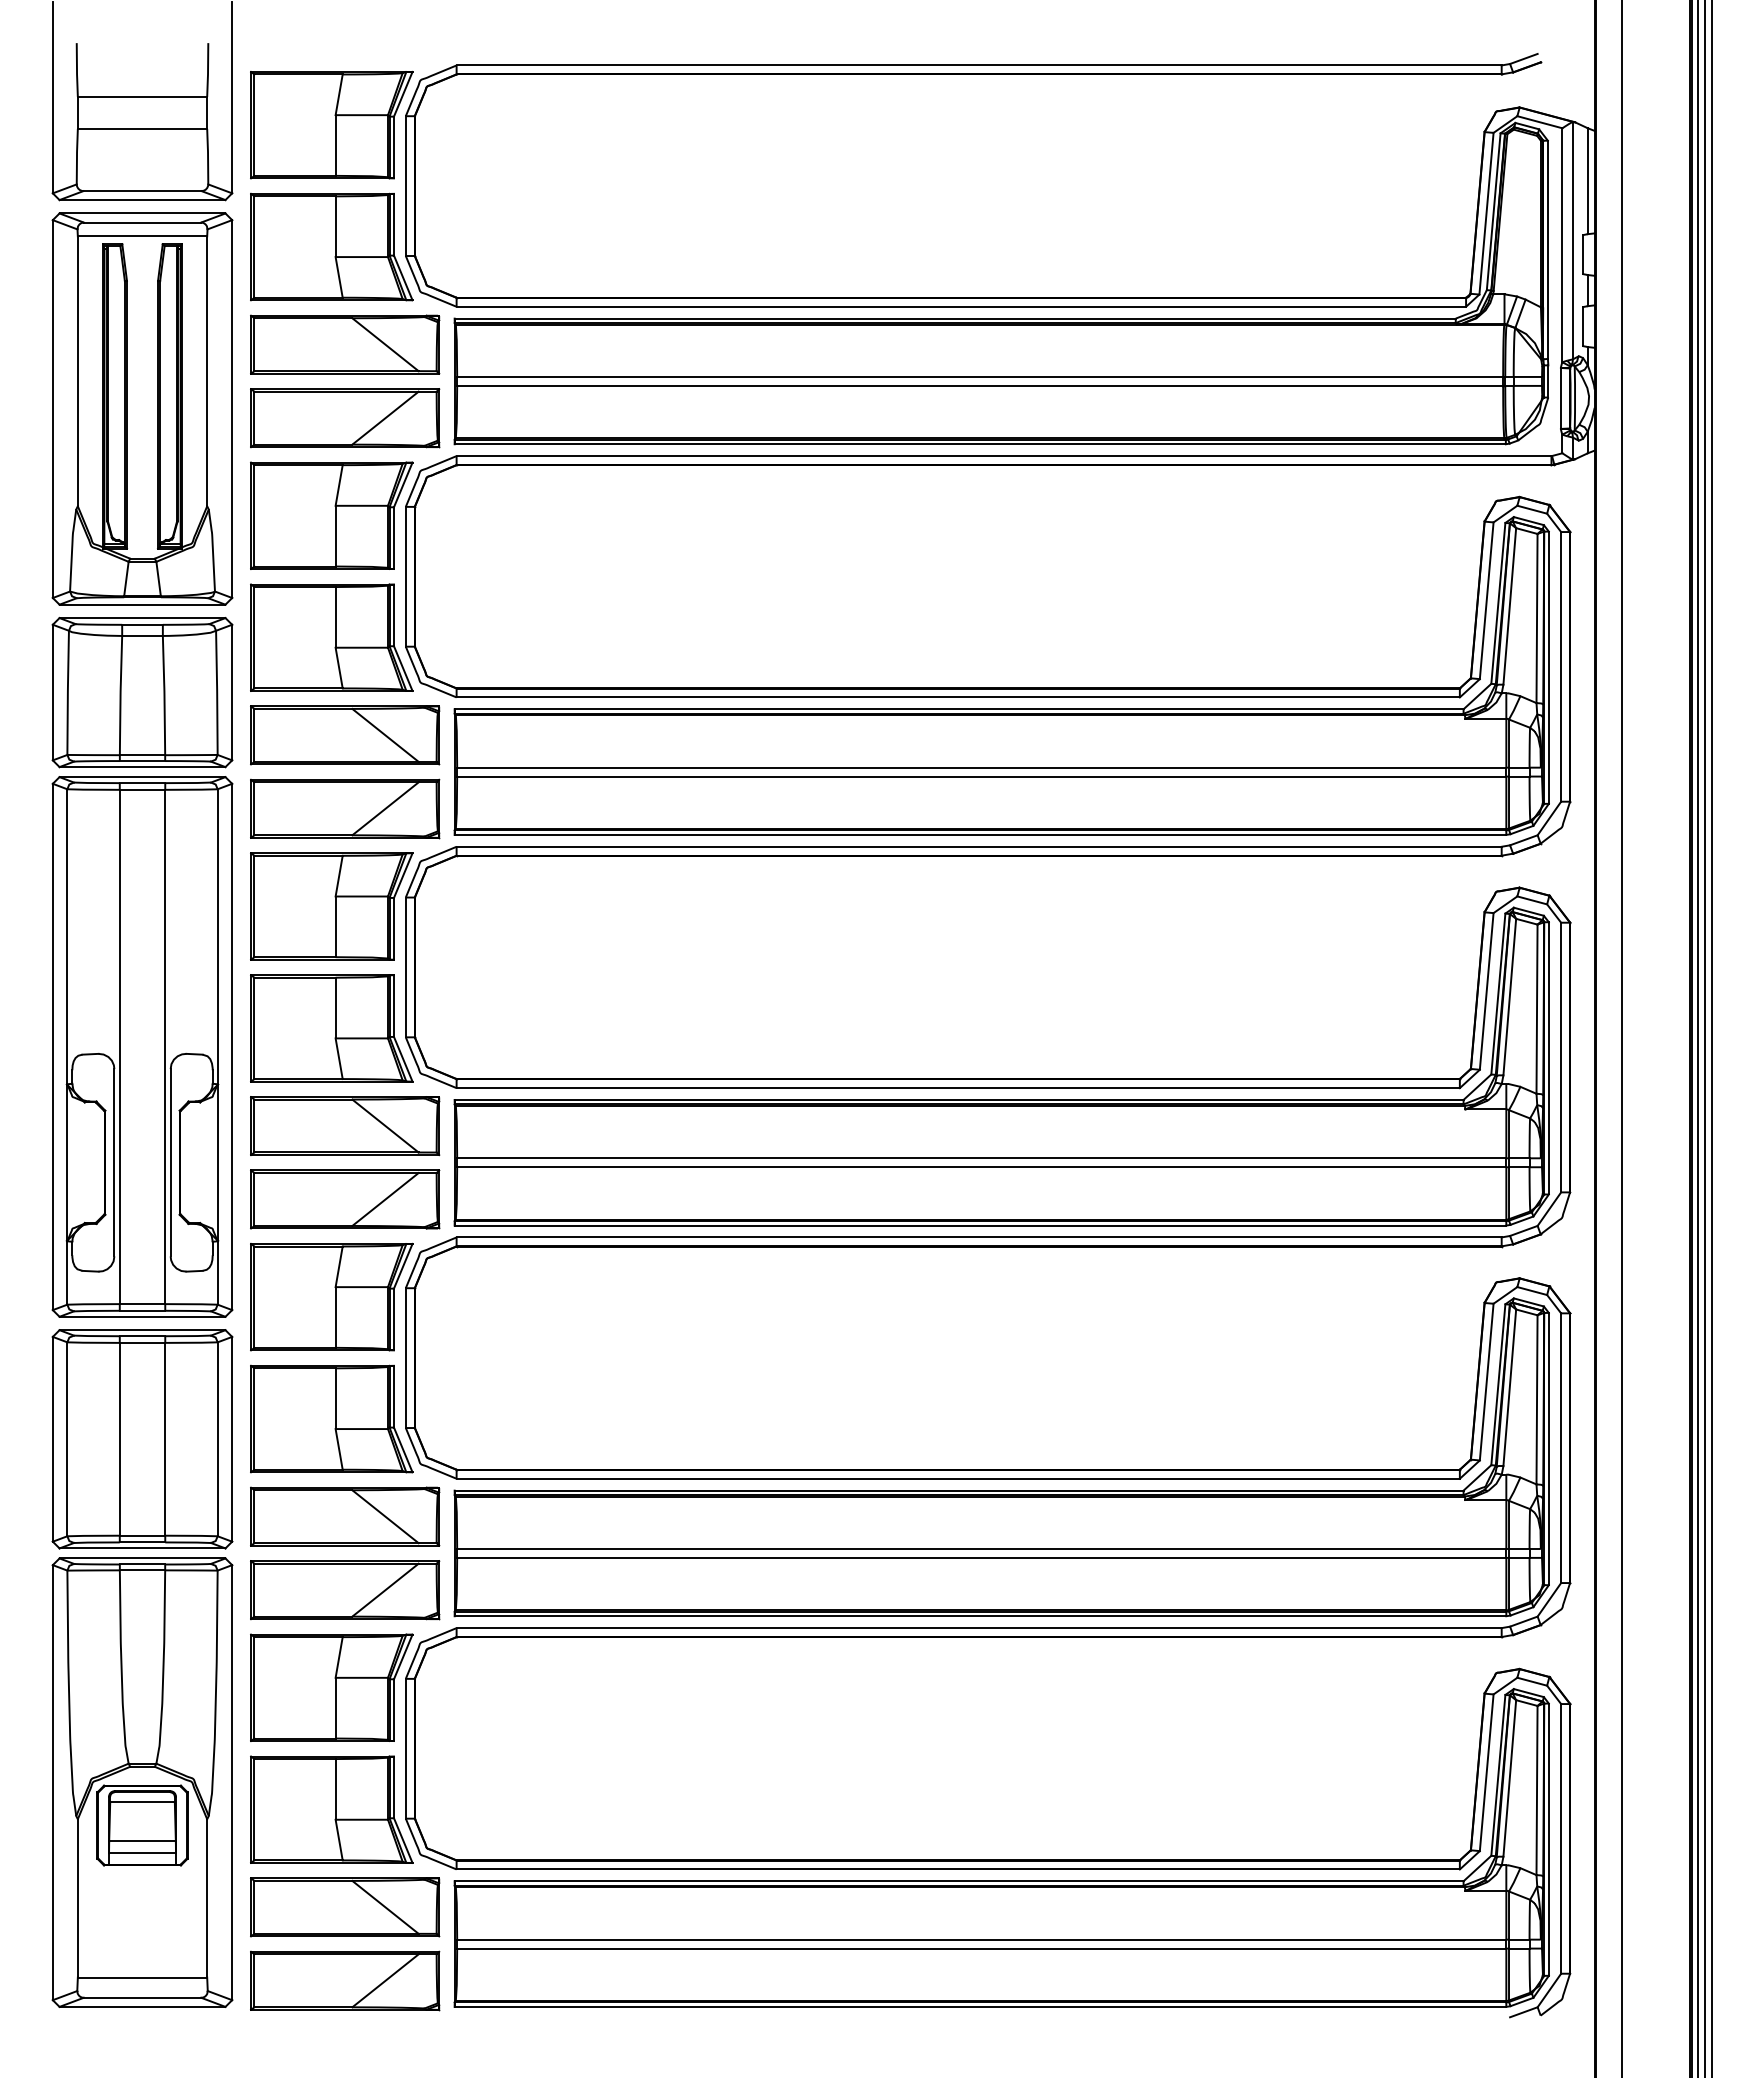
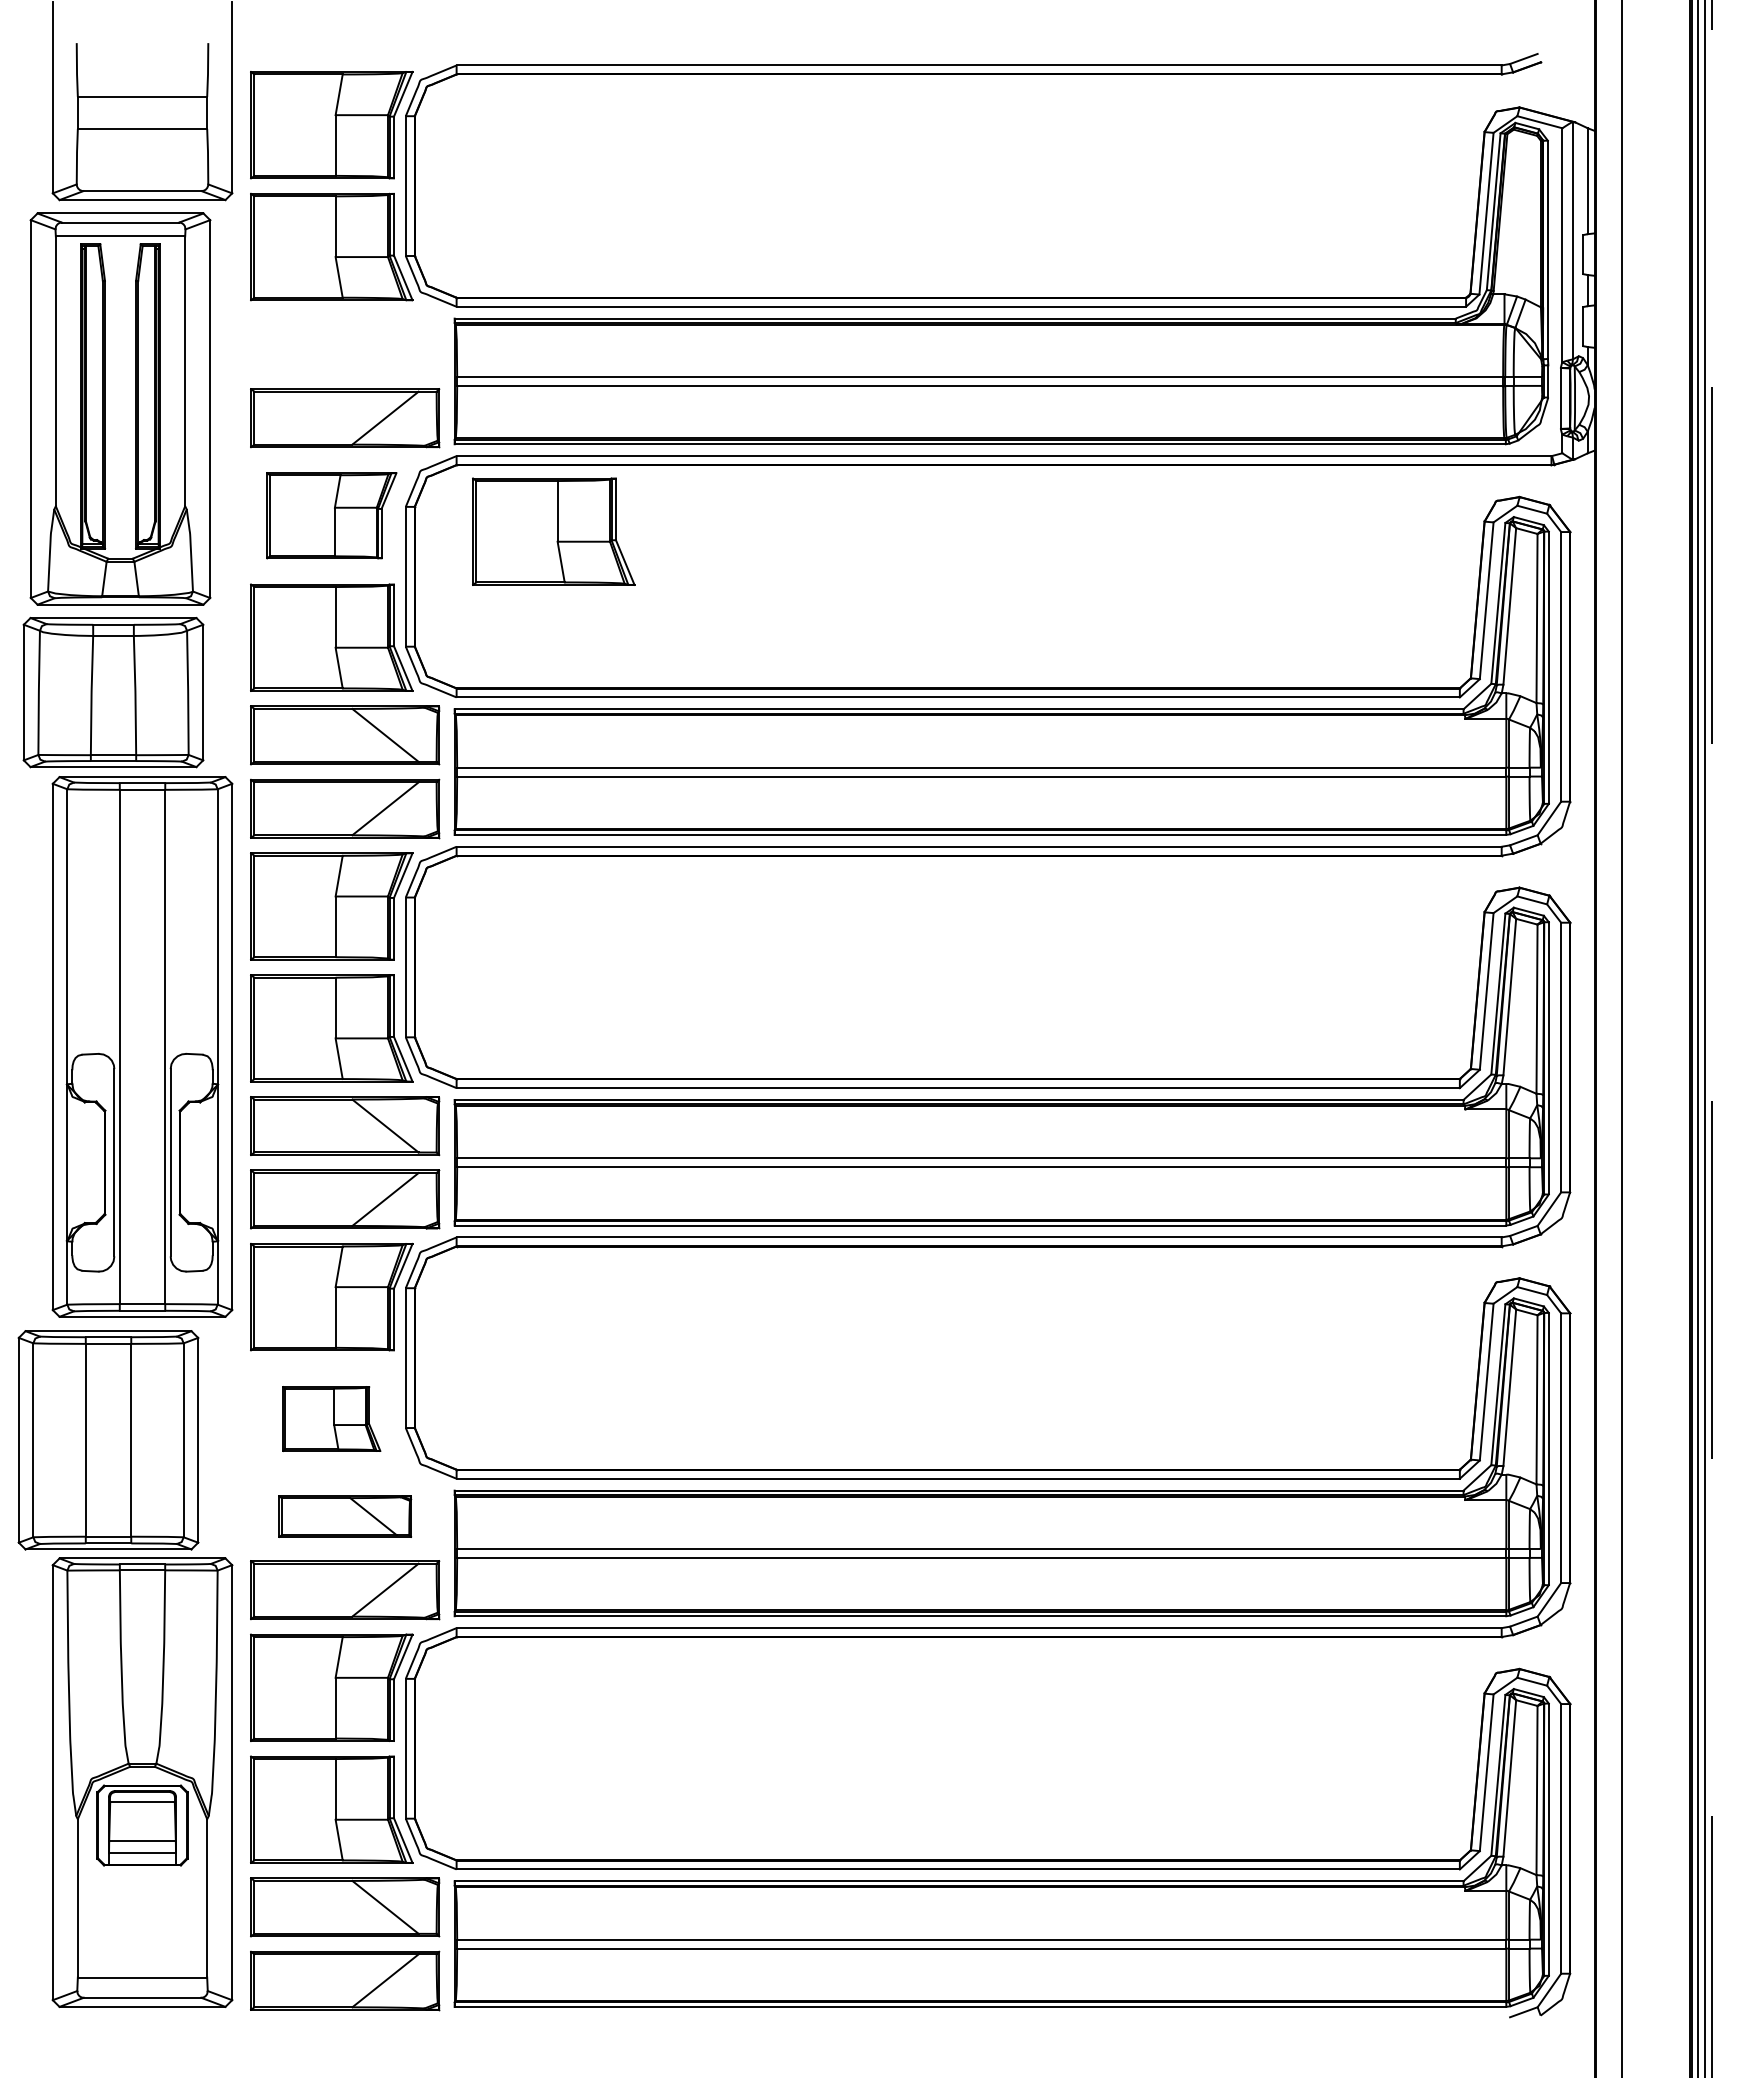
part at (345, 344): present -> none
part at (142, 408) position: (142, 408) -> (120, 408)
part at (331, 515) size: 164x109 px -> 132x88 px
part at (553, 531): none -> present
part at (142, 692) position: (142, 692) -> (113, 692)
line at (1711, 1038): solid -> dashed
part at (331, 1418) size: 164x110 px -> 100x66 px
part at (142, 1439) position: (142, 1439) -> (108, 1440)
part at (345, 1516) size: 191x61 px -> 135x43 px
